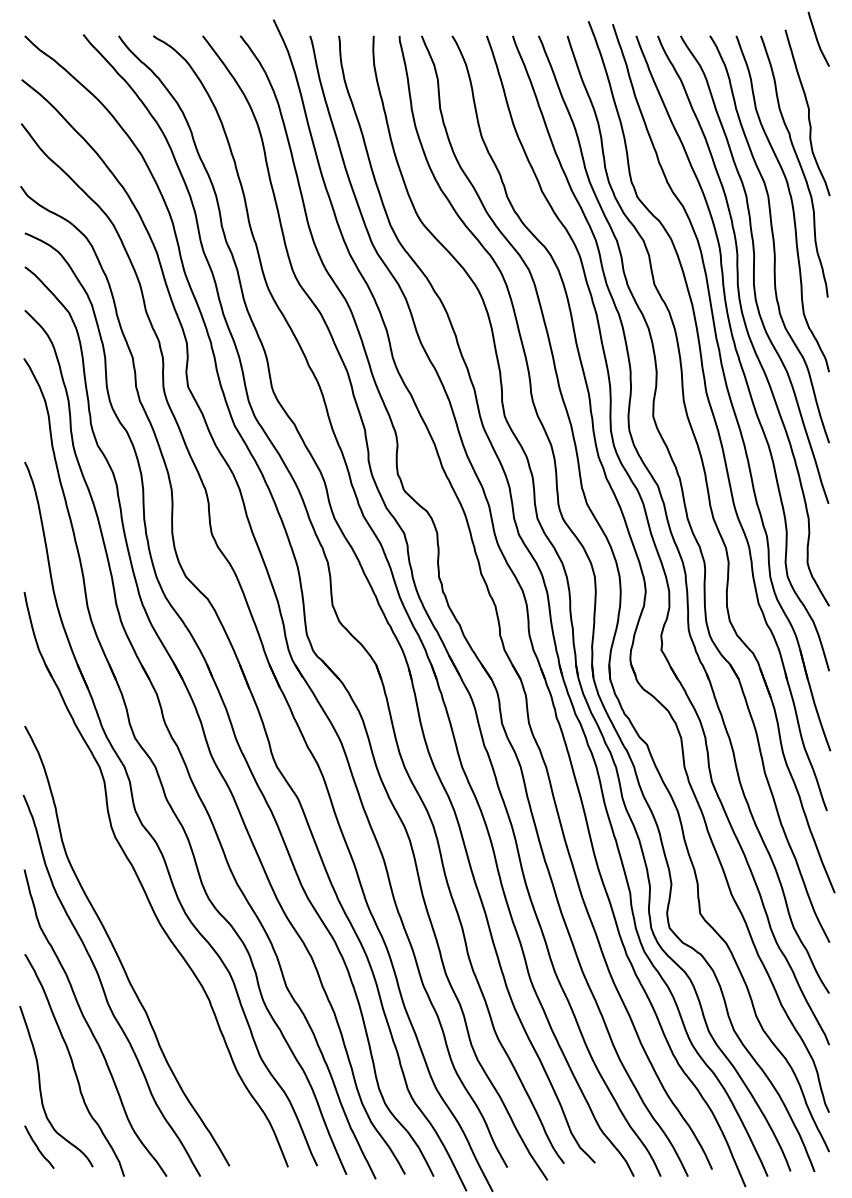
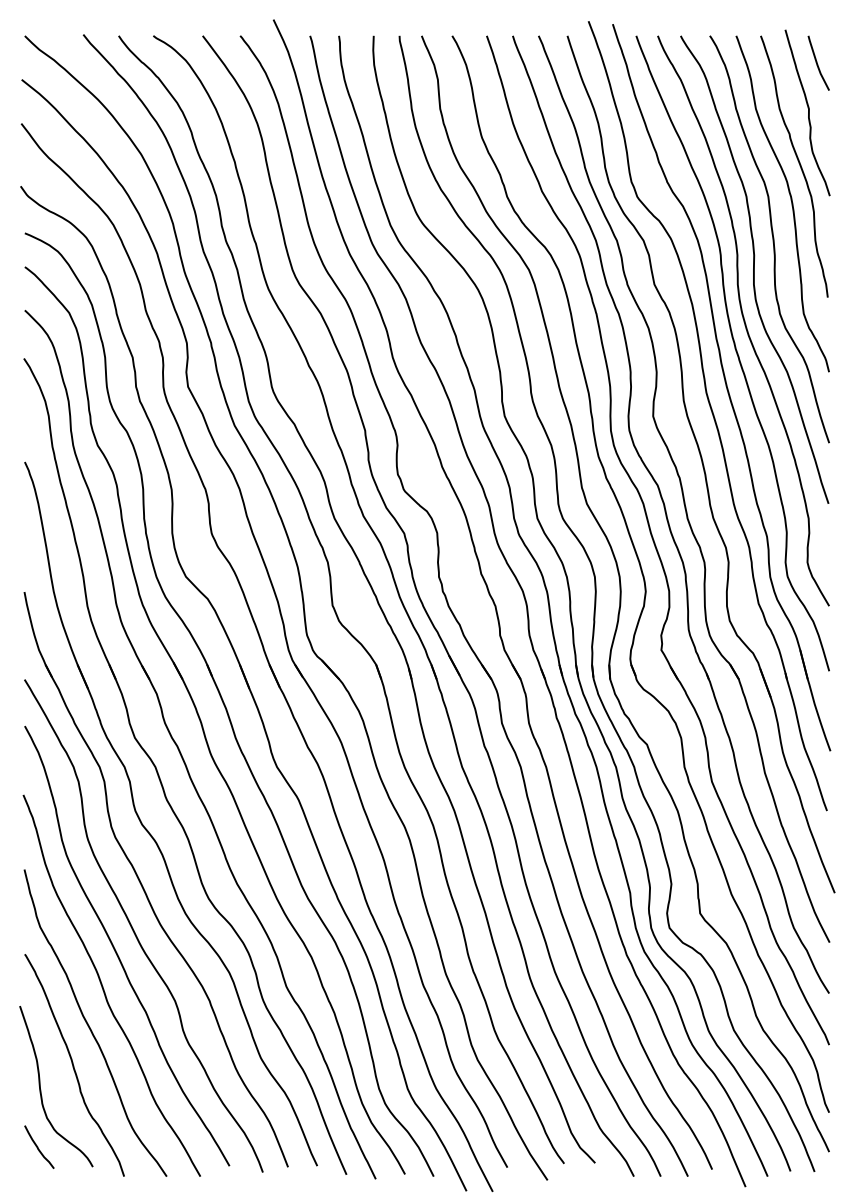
line at (817, 38) position: (817, 38) -> (817, 62)
curve at (134, 930): none -> present
